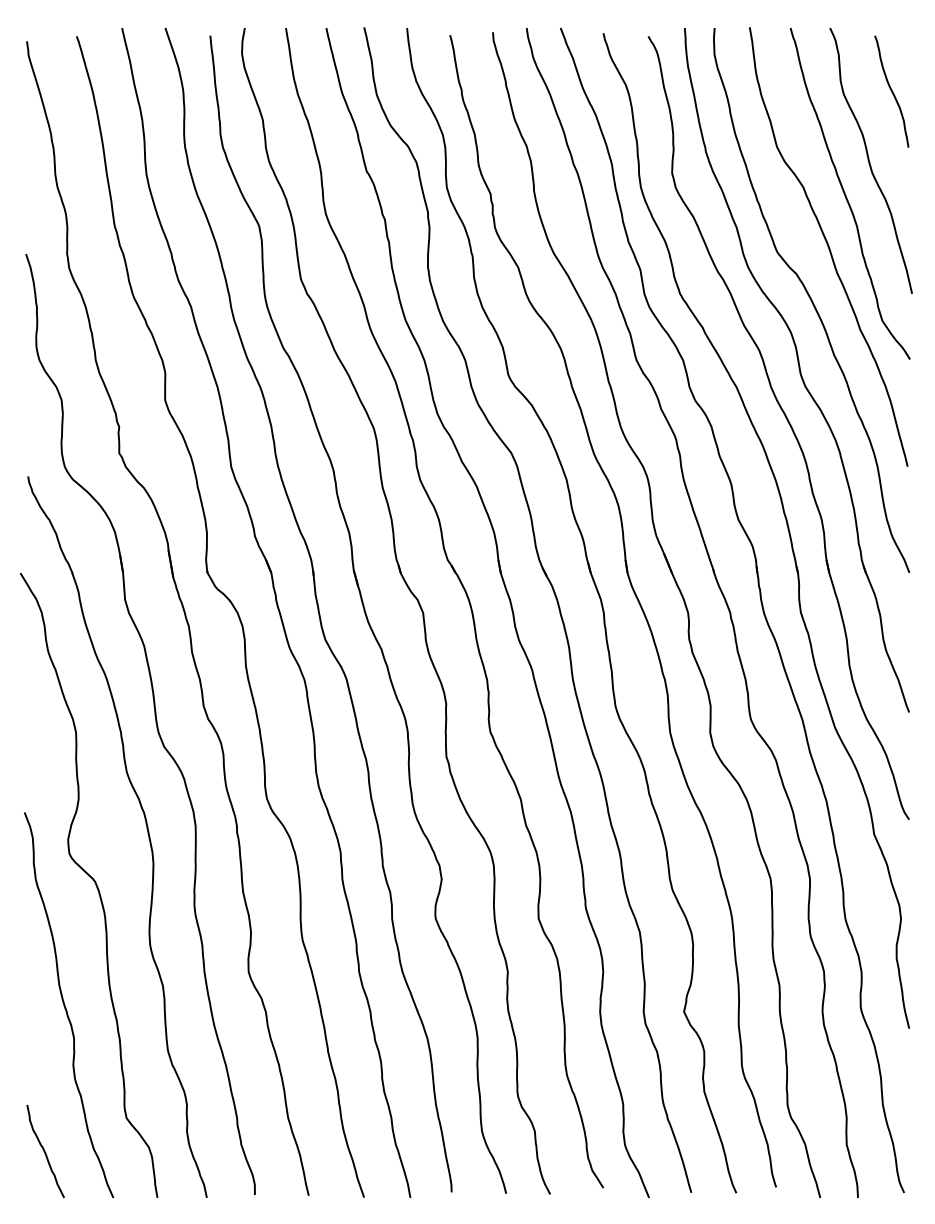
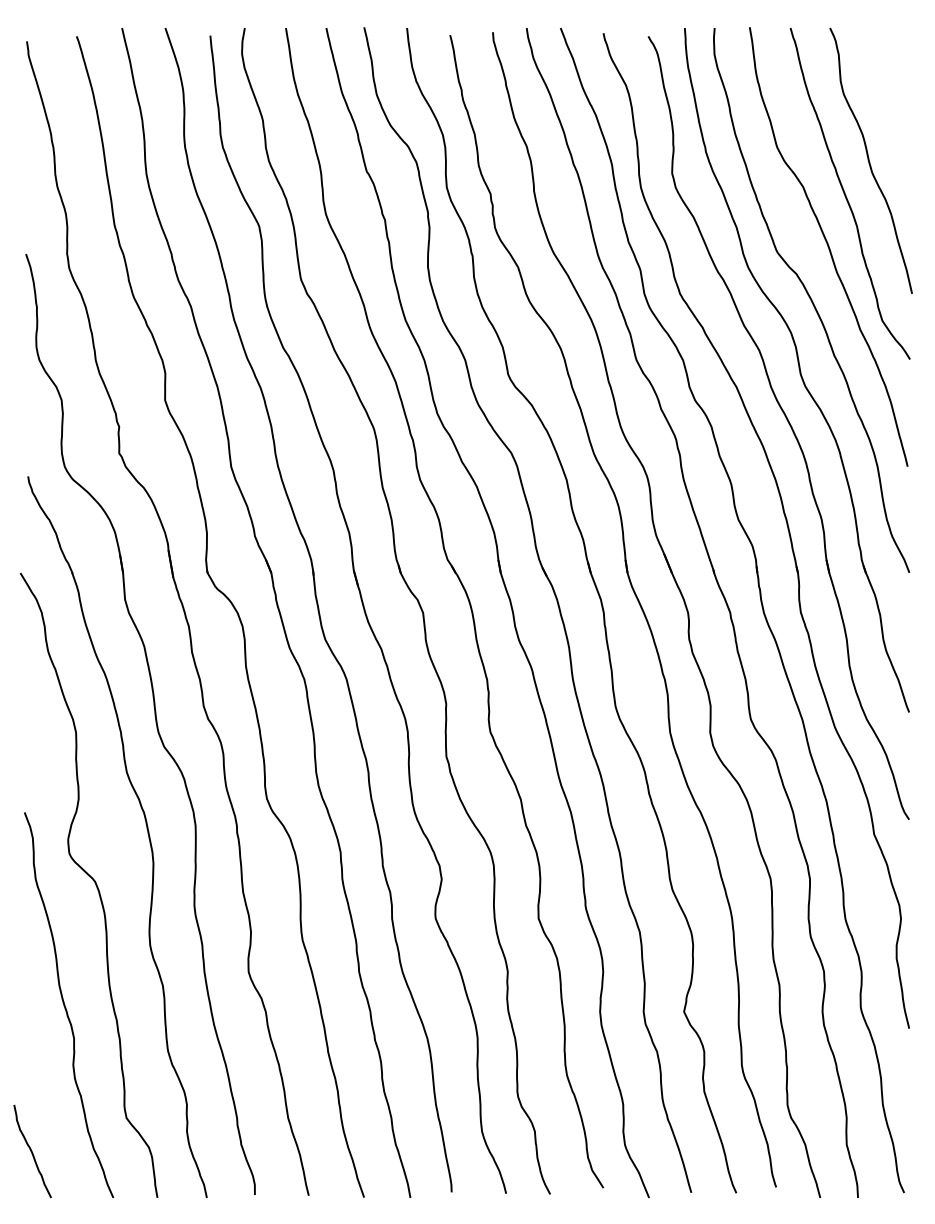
curve at (891, 91): present -> none
curve at (45, 1151) position: (45, 1151) -> (32, 1151)
